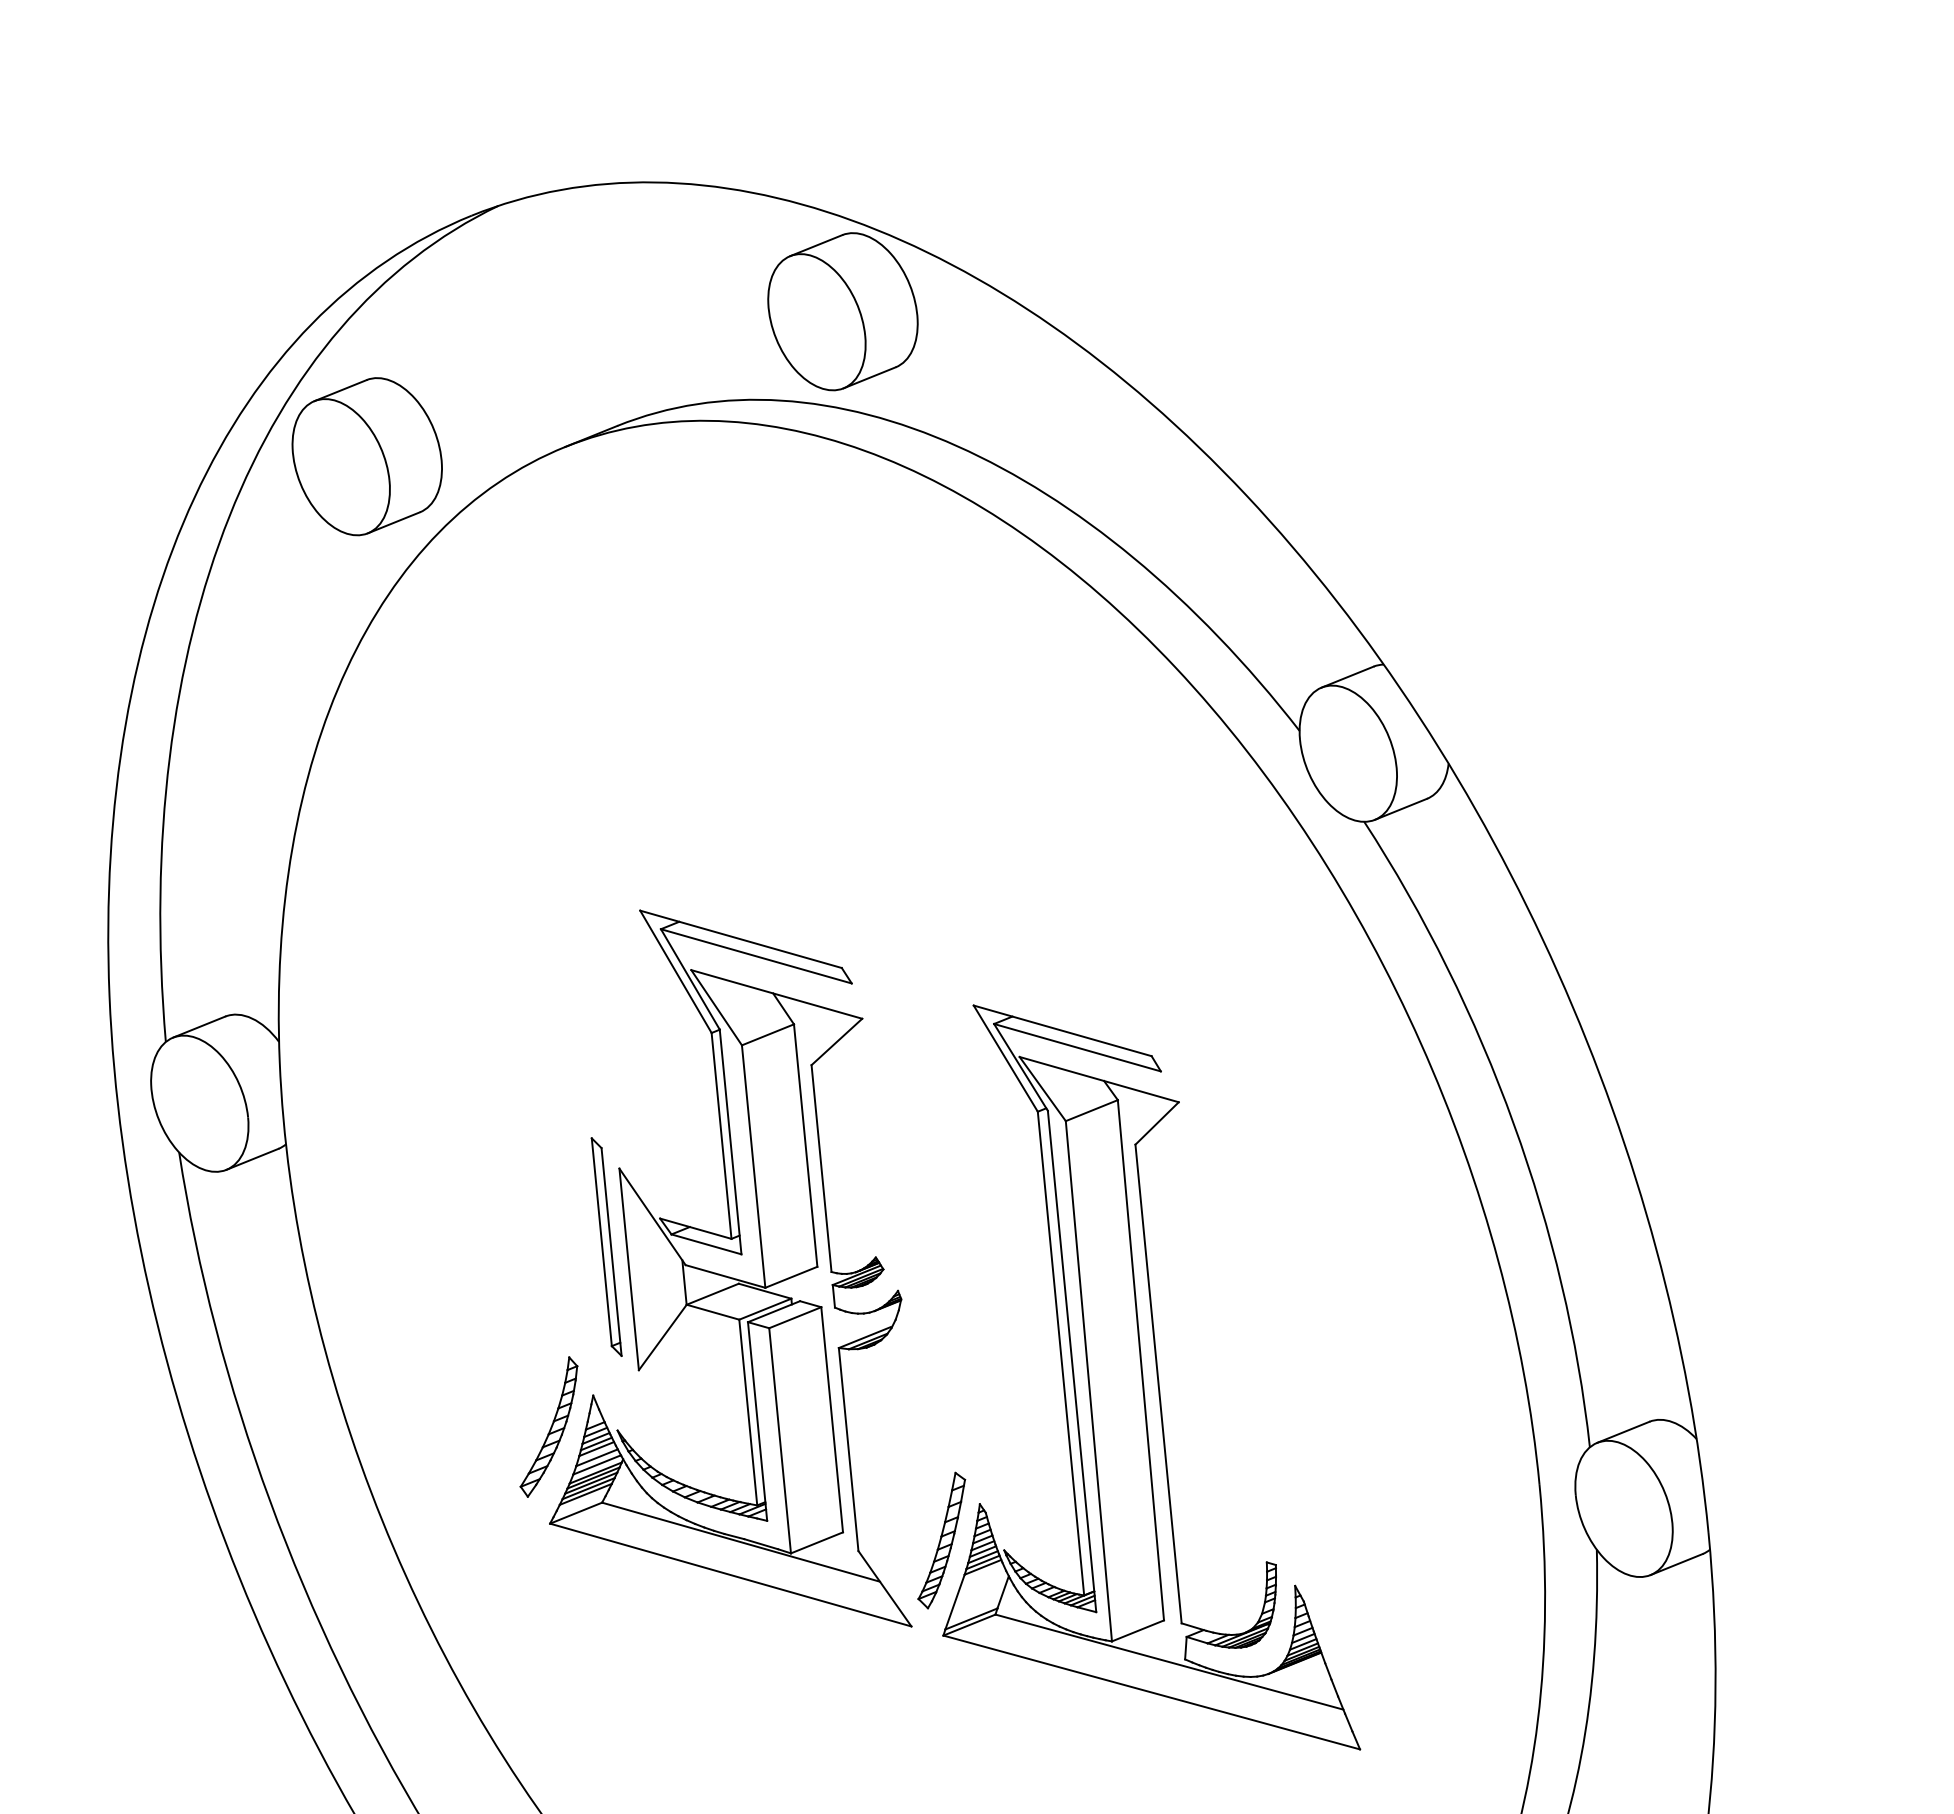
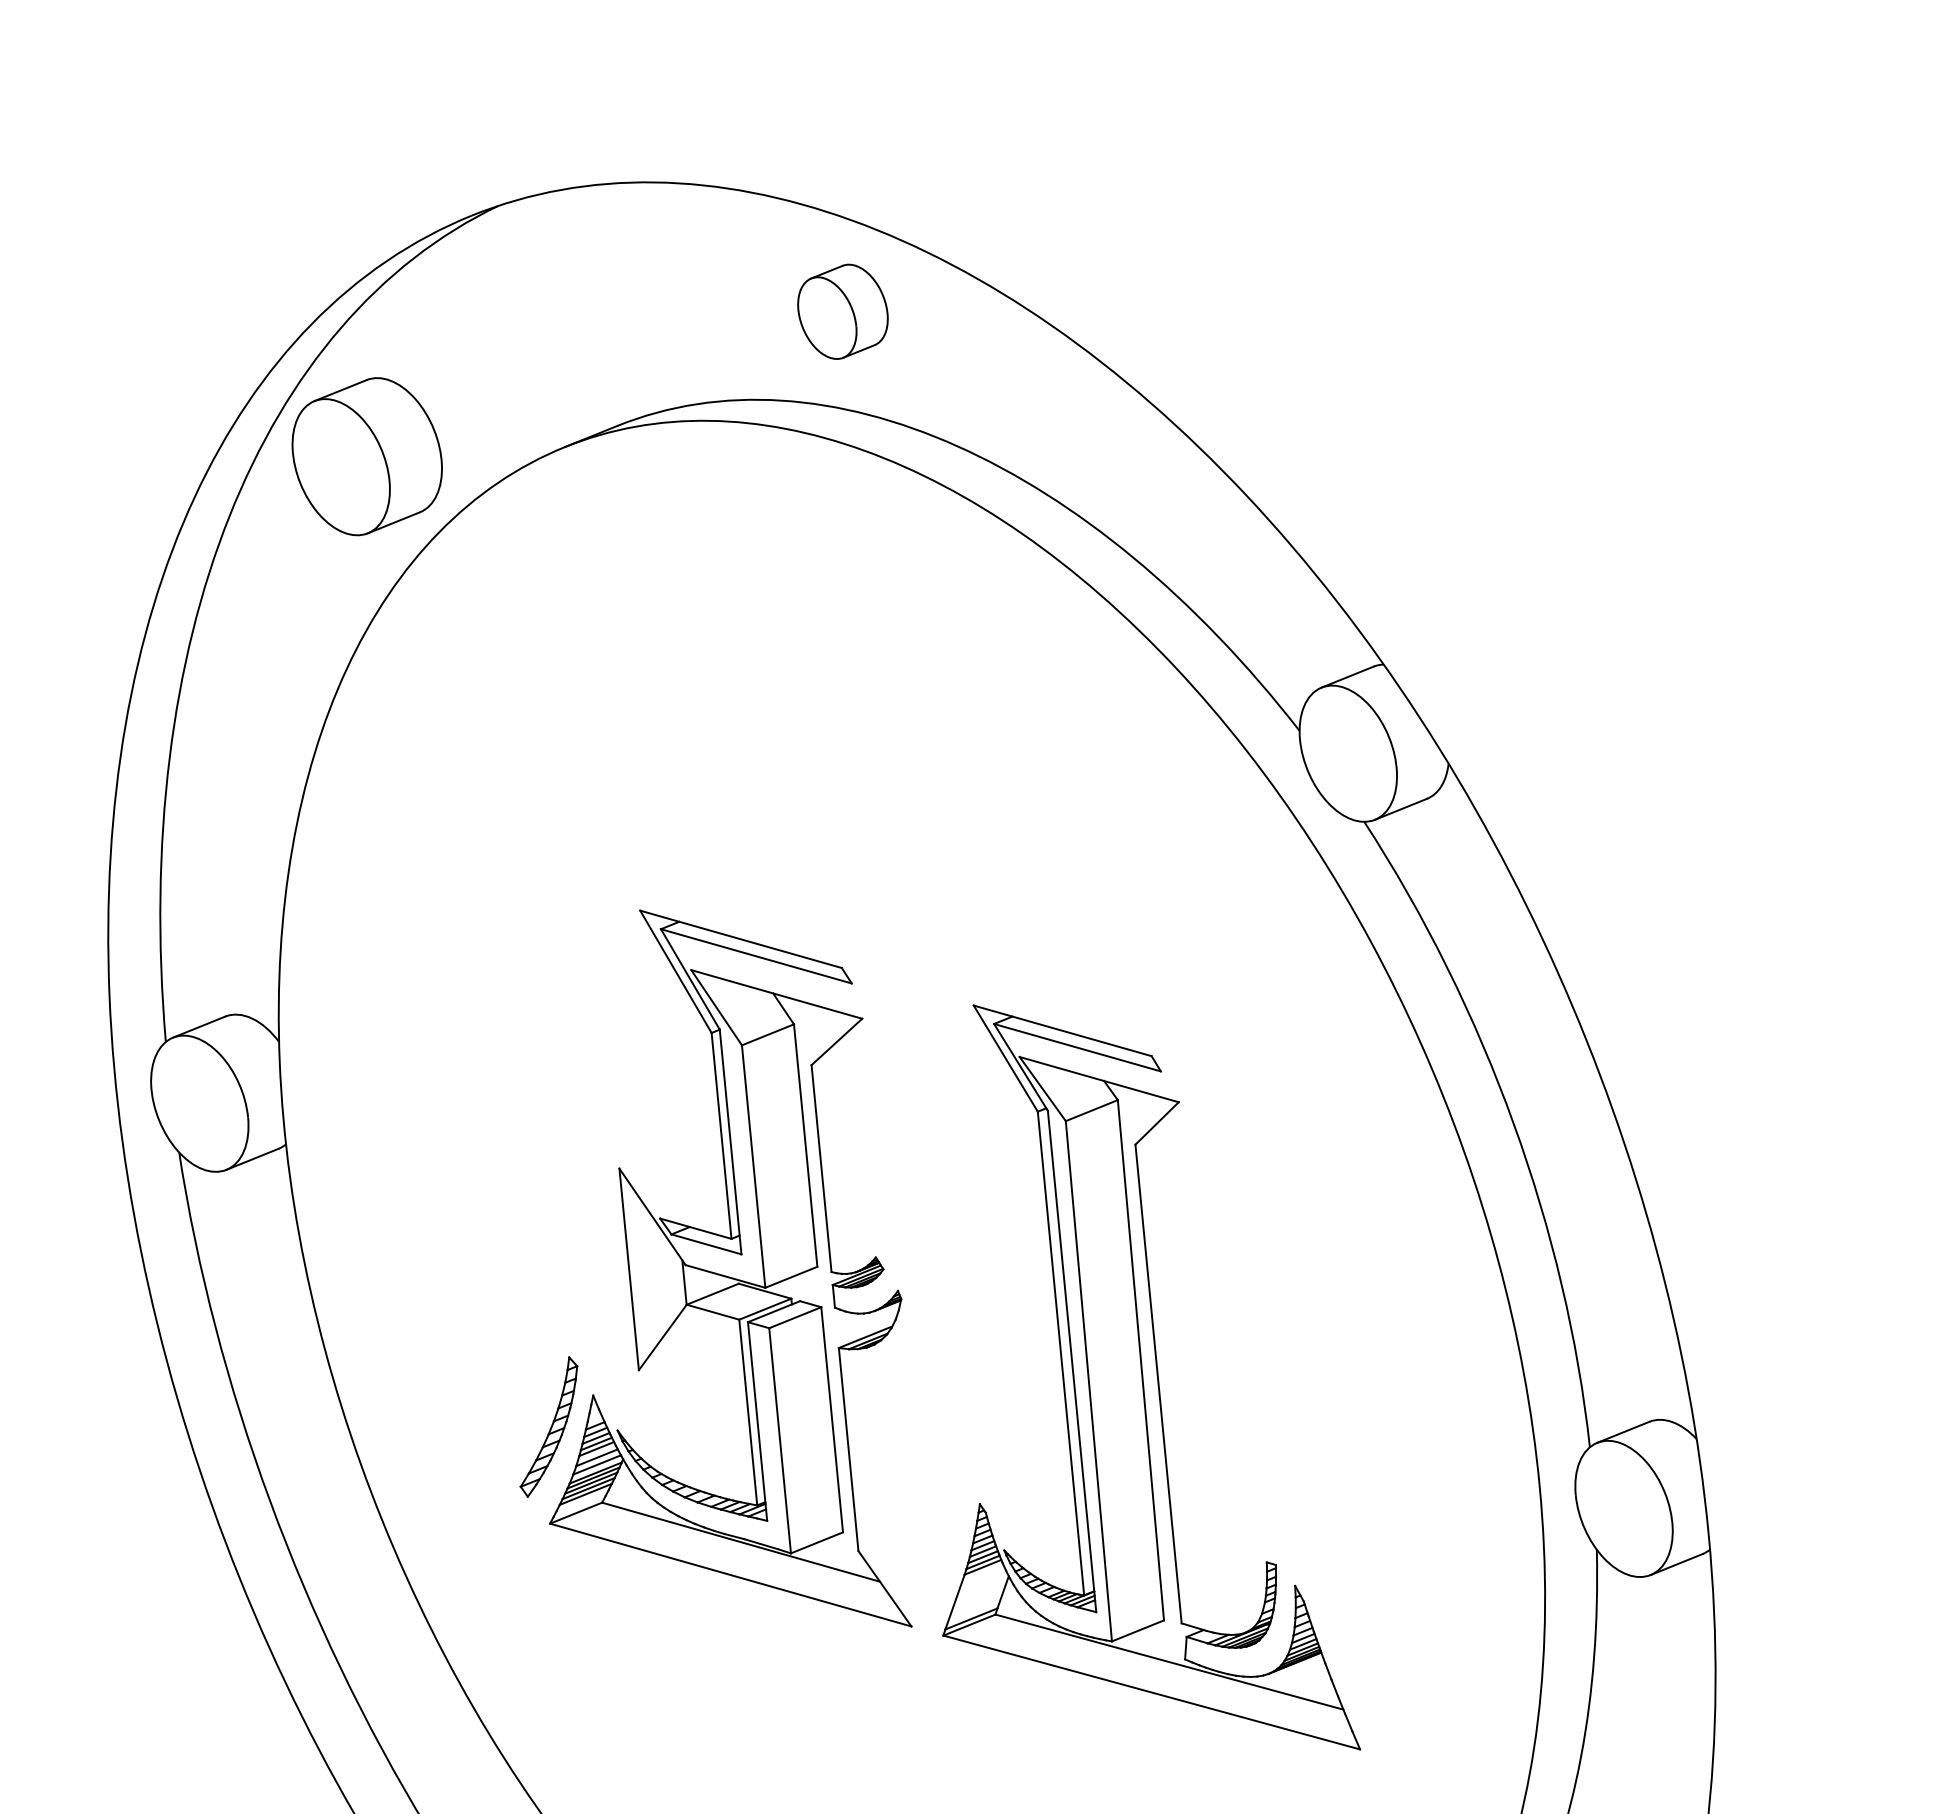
part at (842, 311) size: 152x160 px -> 92x97 px
part at (606, 1246): present -> none
part at (941, 1540): present -> none
